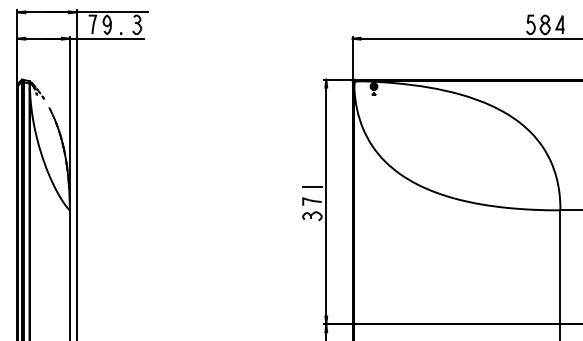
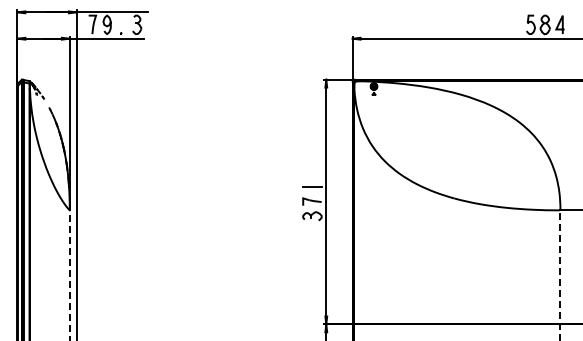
line at (69, 274): solid -> dashed
line at (559, 275): solid -> dashed
